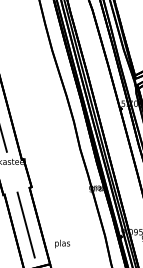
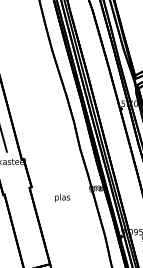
line at (25, 224): present -> none
text at (62, 243) position: (62, 243) -> (62, 197)
